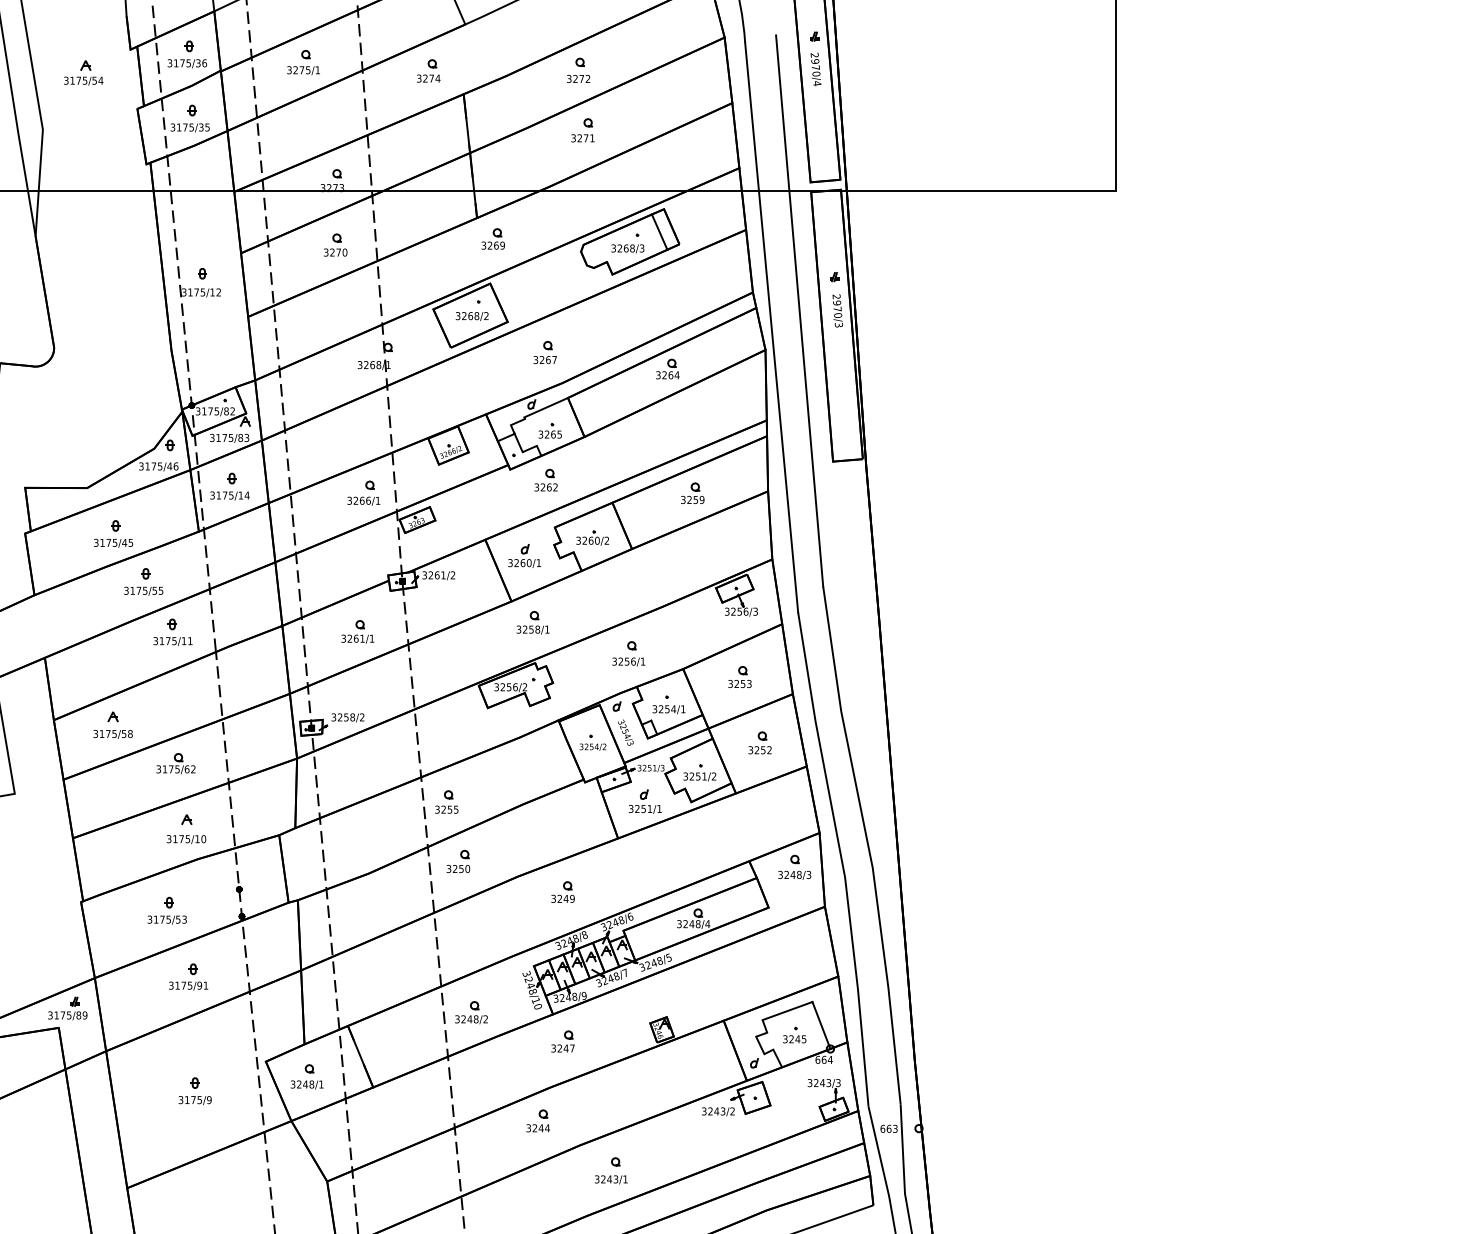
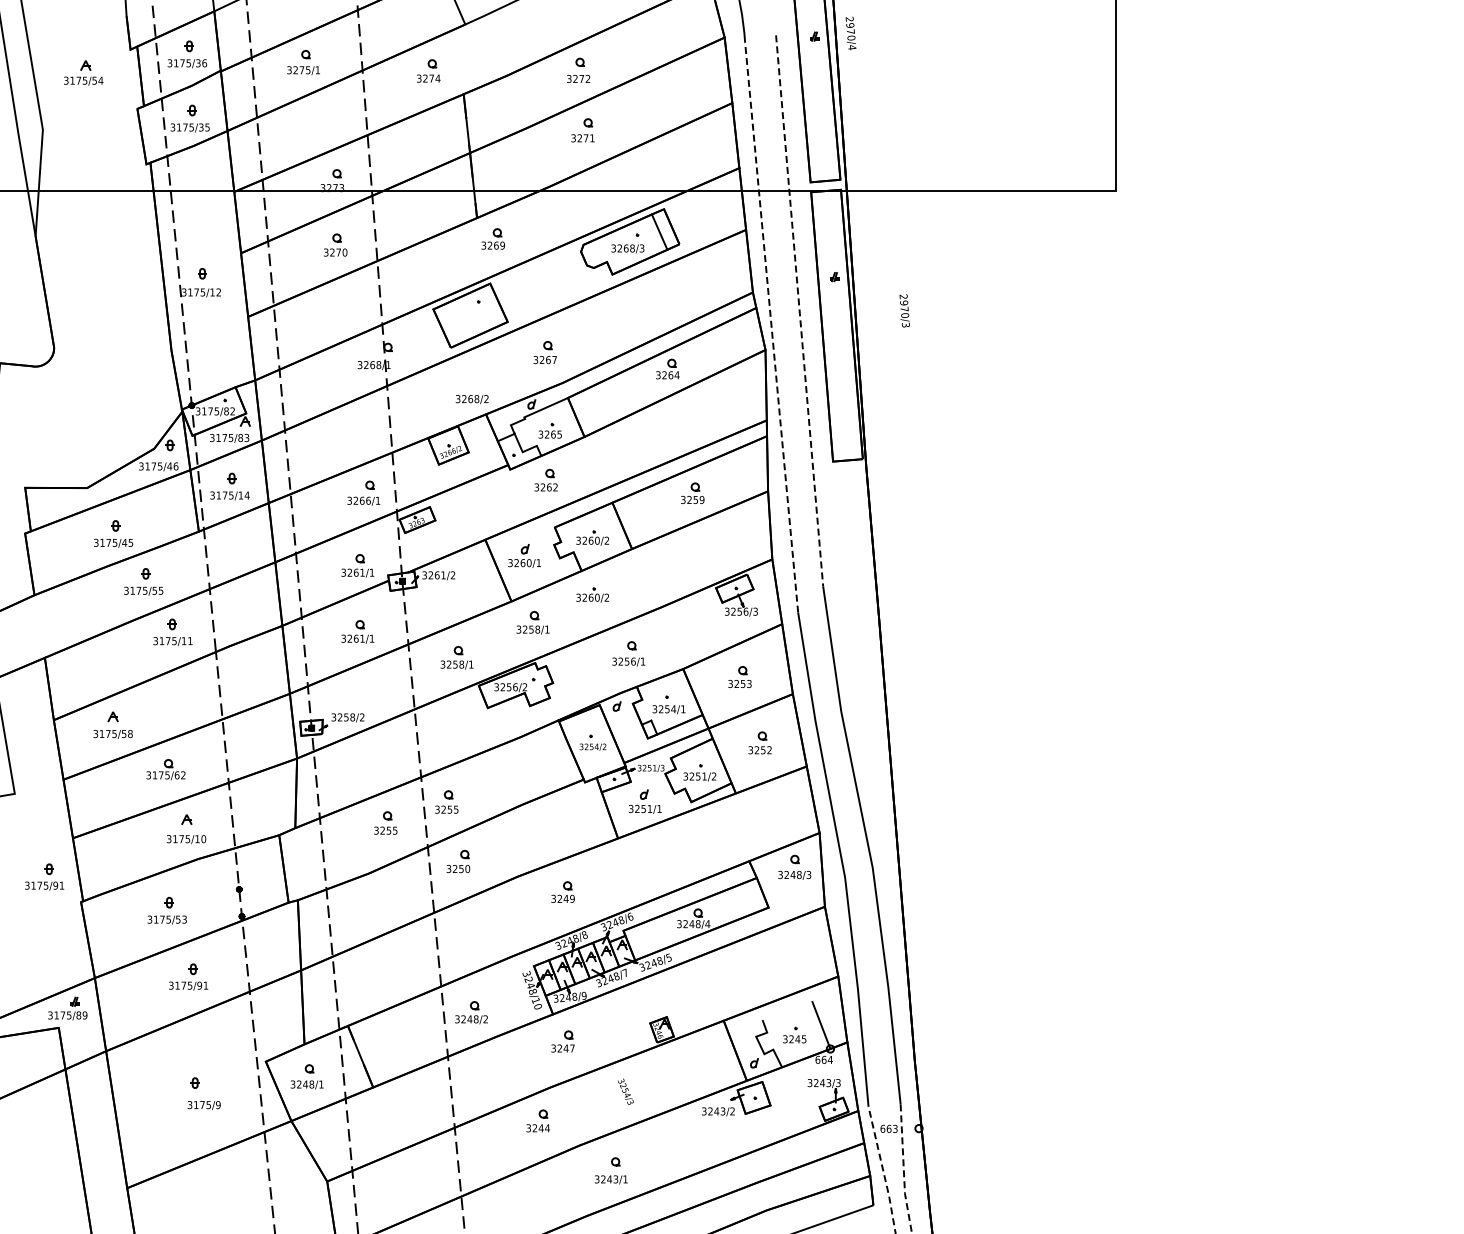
text at (815, 69) position: (815, 69) -> (850, 33)
text at (837, 310) position: (837, 310) -> (904, 310)
line at (799, 311): solid -> dashed
text at (471, 316) position: (471, 316) -> (471, 399)
line at (771, 327): solid -> dashed
part at (357, 565): none -> present
part at (592, 594): none -> present
part at (456, 657): none -> present
text at (625, 732) position: (625, 732) -> (625, 1091)
part at (175, 763) position: (175, 763) -> (165, 769)
part at (385, 822): none -> present
part at (44, 876): none -> present
line at (787, 1011): present -> none
text at (194, 1100) position: (194, 1100) -> (203, 1105)
line at (883, 1169): solid -> dashed
line at (903, 1169): solid -> dashed
